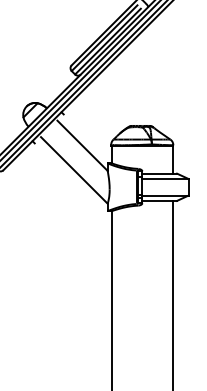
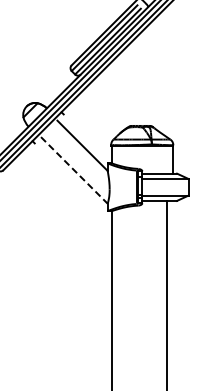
line at (74, 170): solid -> dashed
line at (172, 293) position: (172, 293) -> (166, 293)
